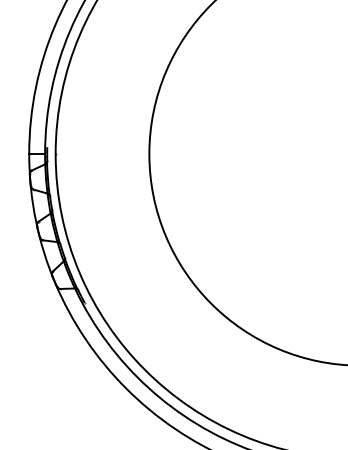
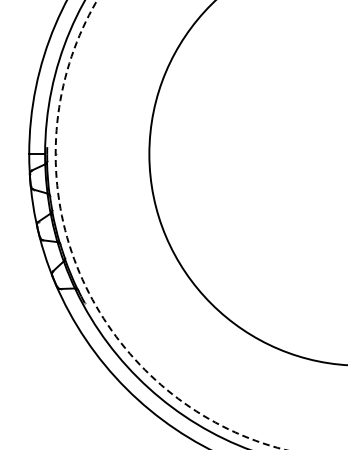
circle at (170, 224): solid -> dashed
